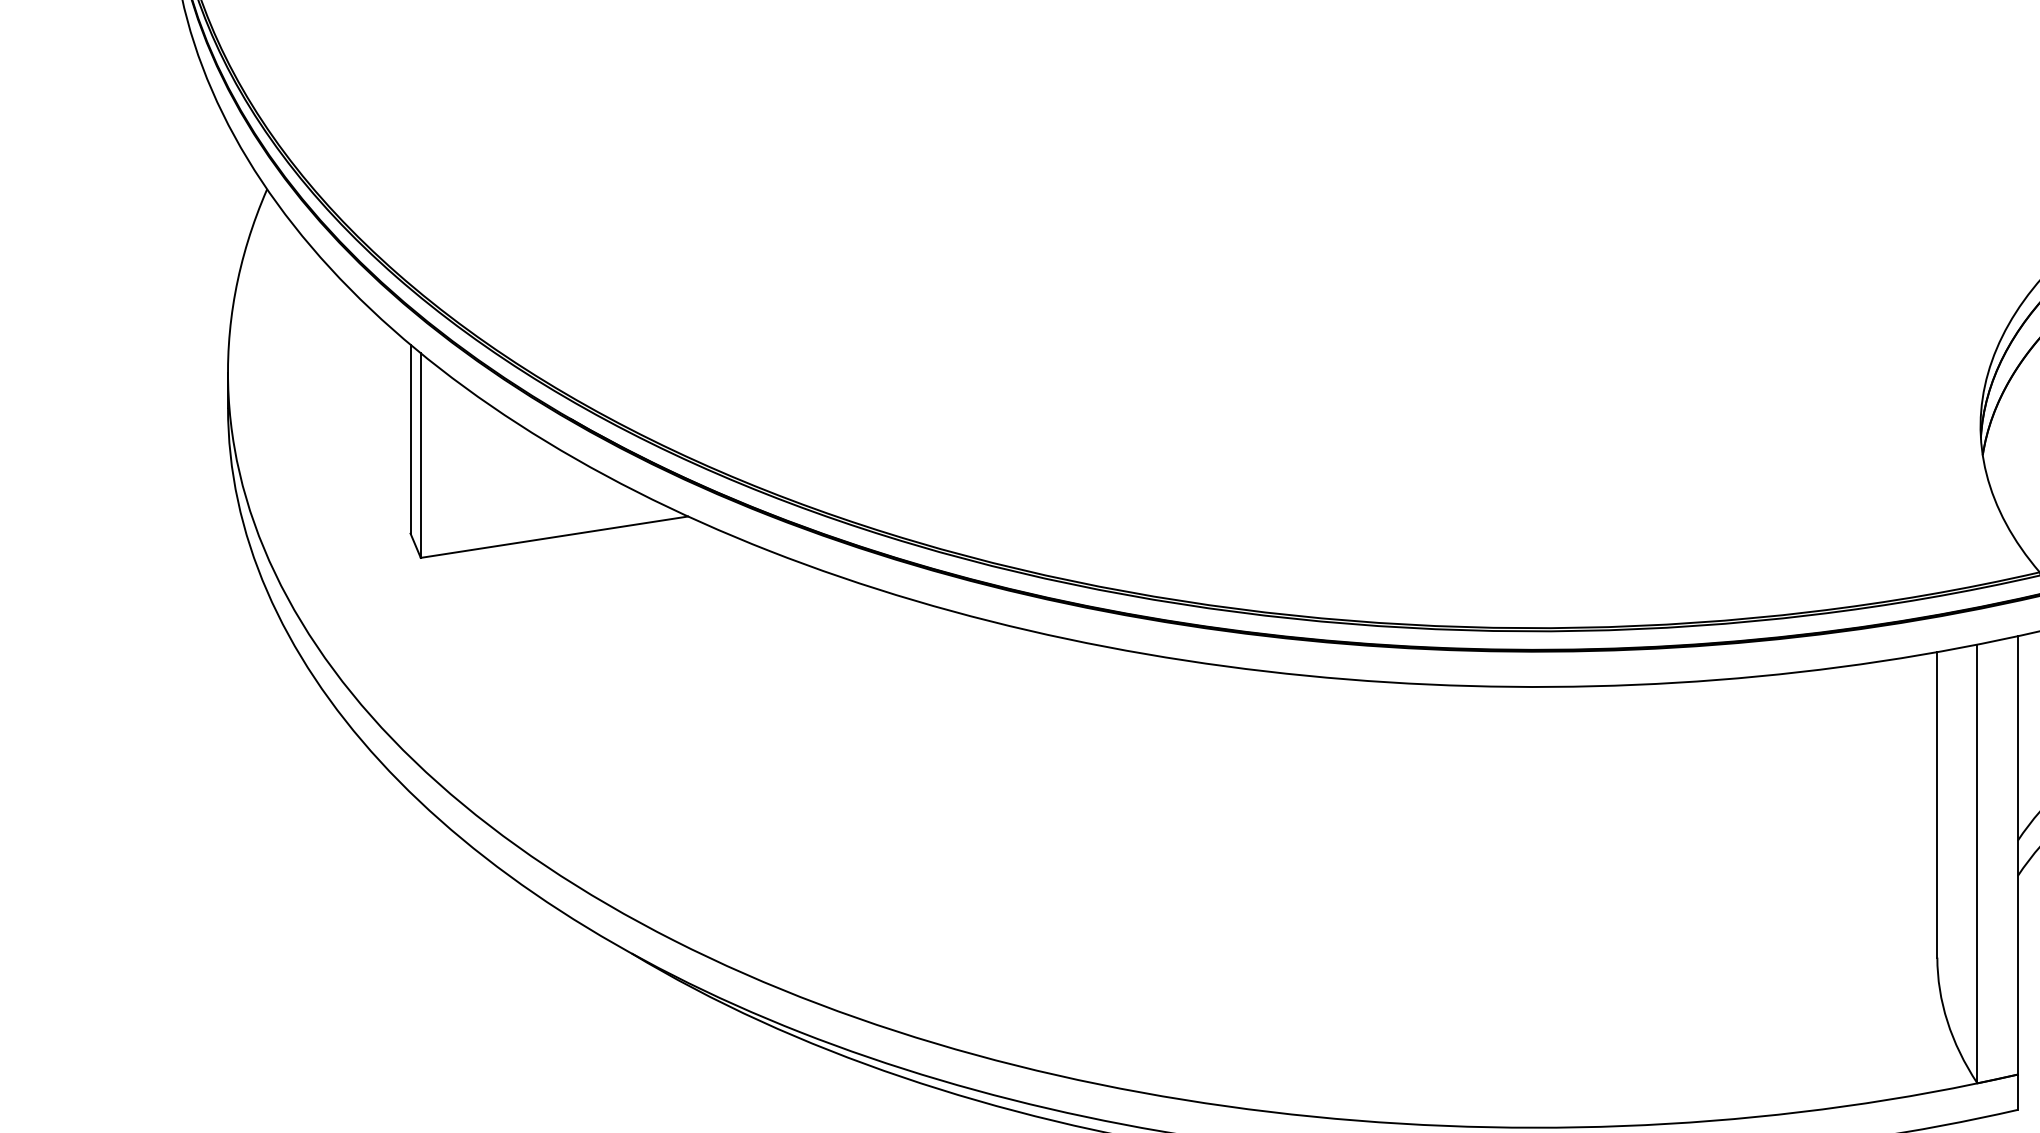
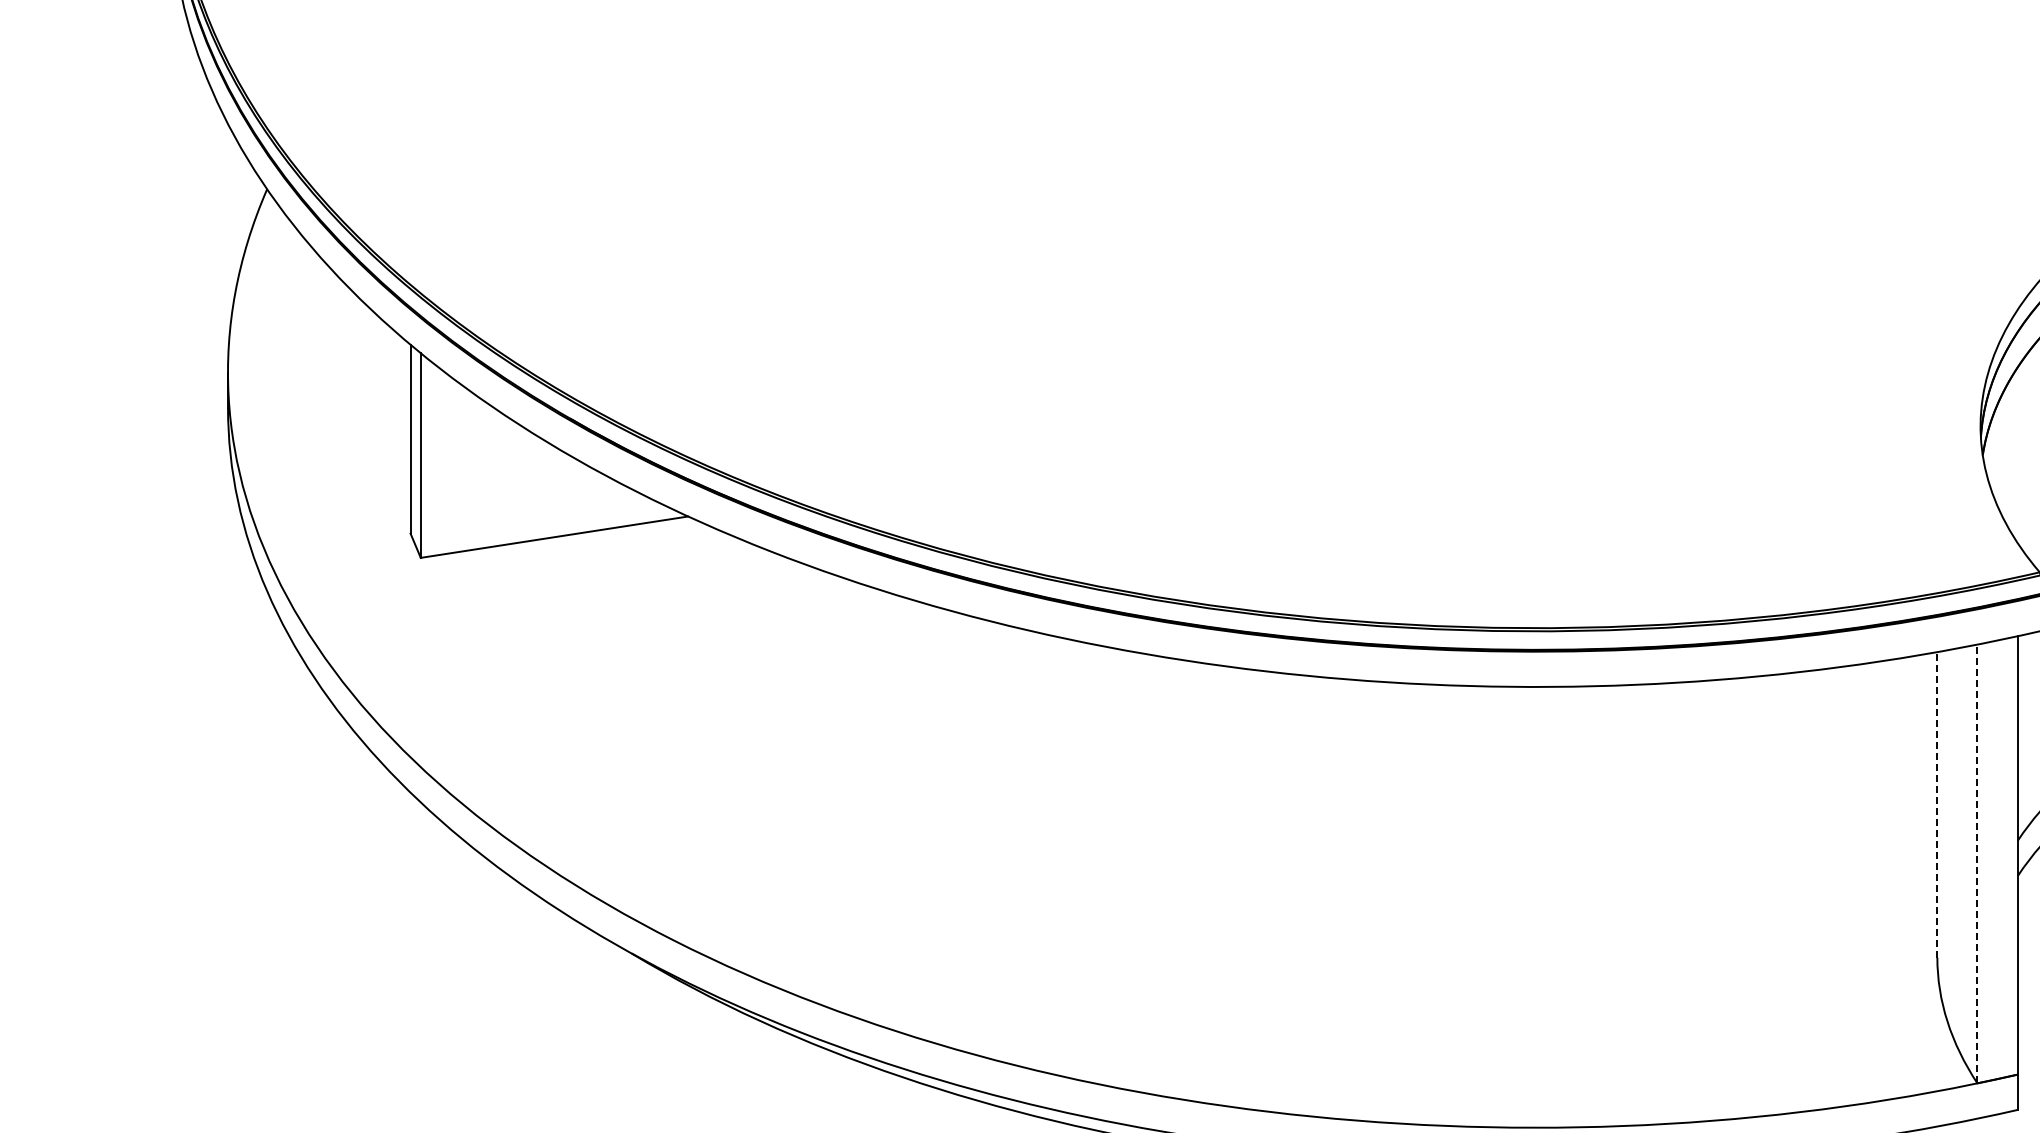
line at (1937, 804): solid -> dashed
line at (1977, 863): solid -> dashed
